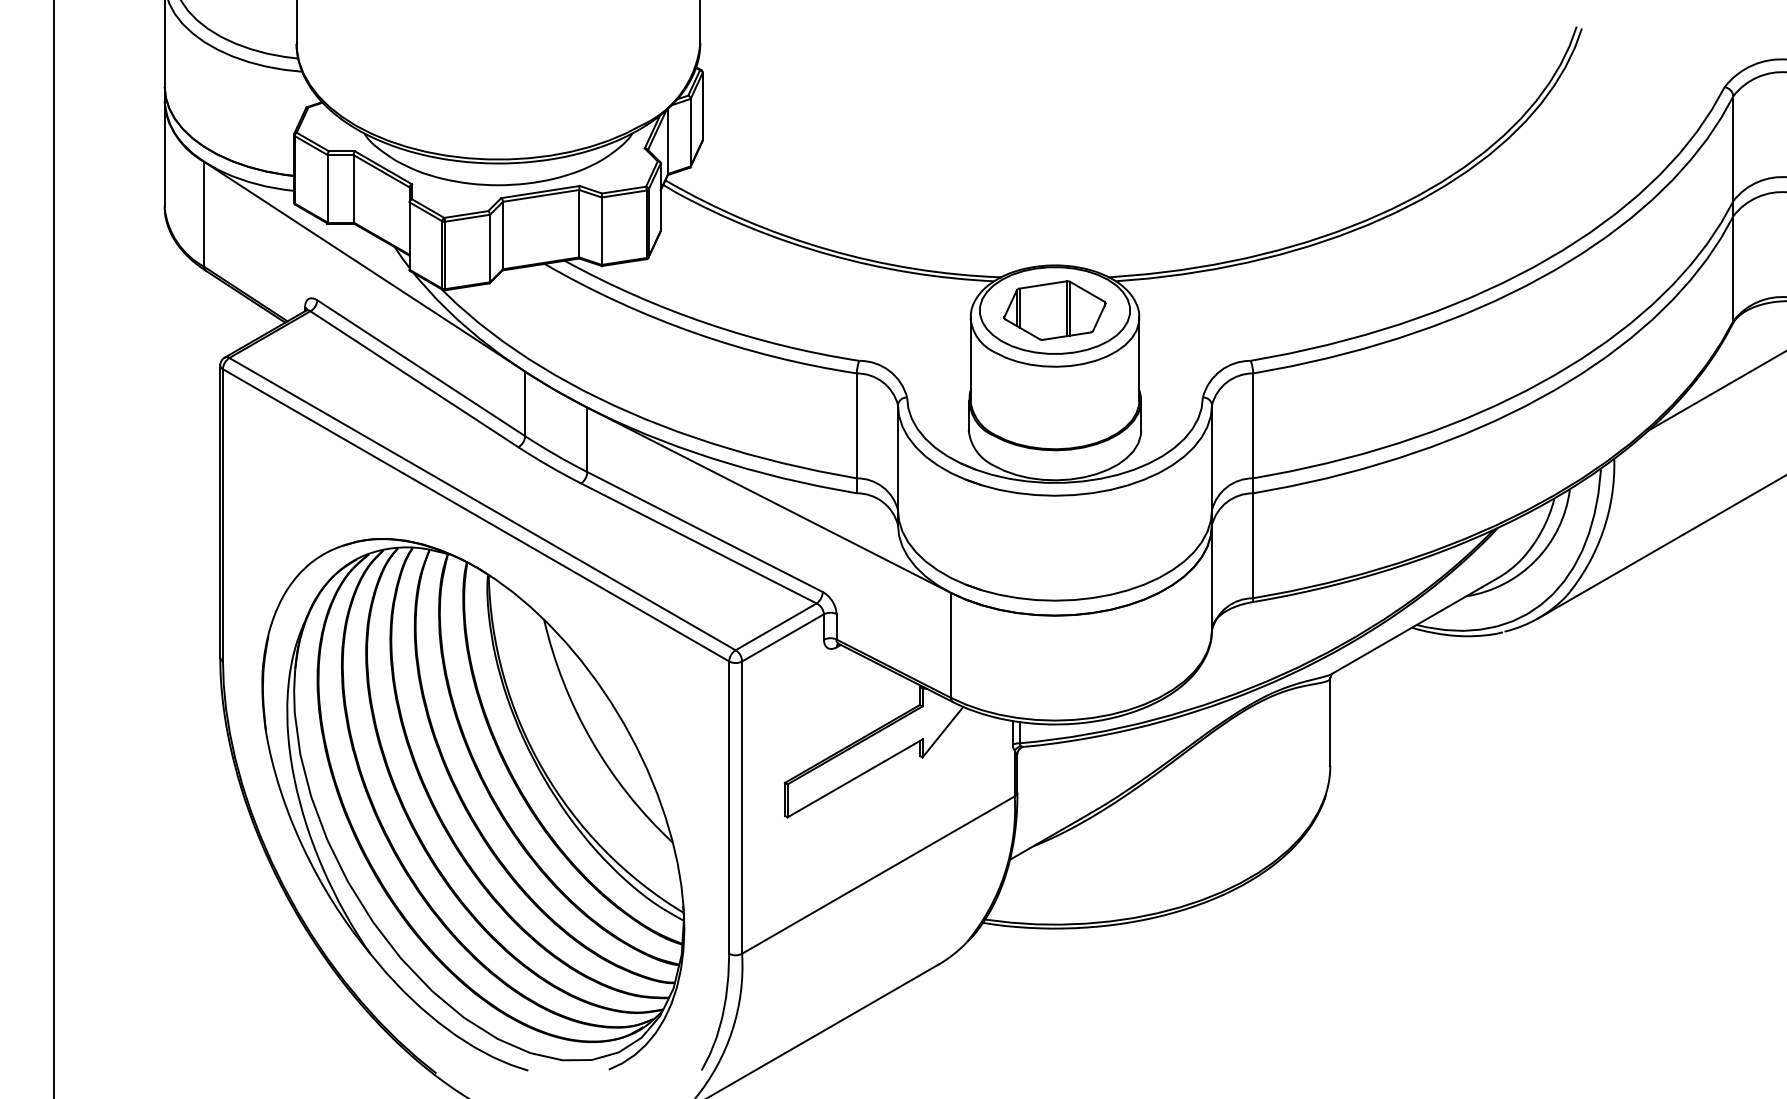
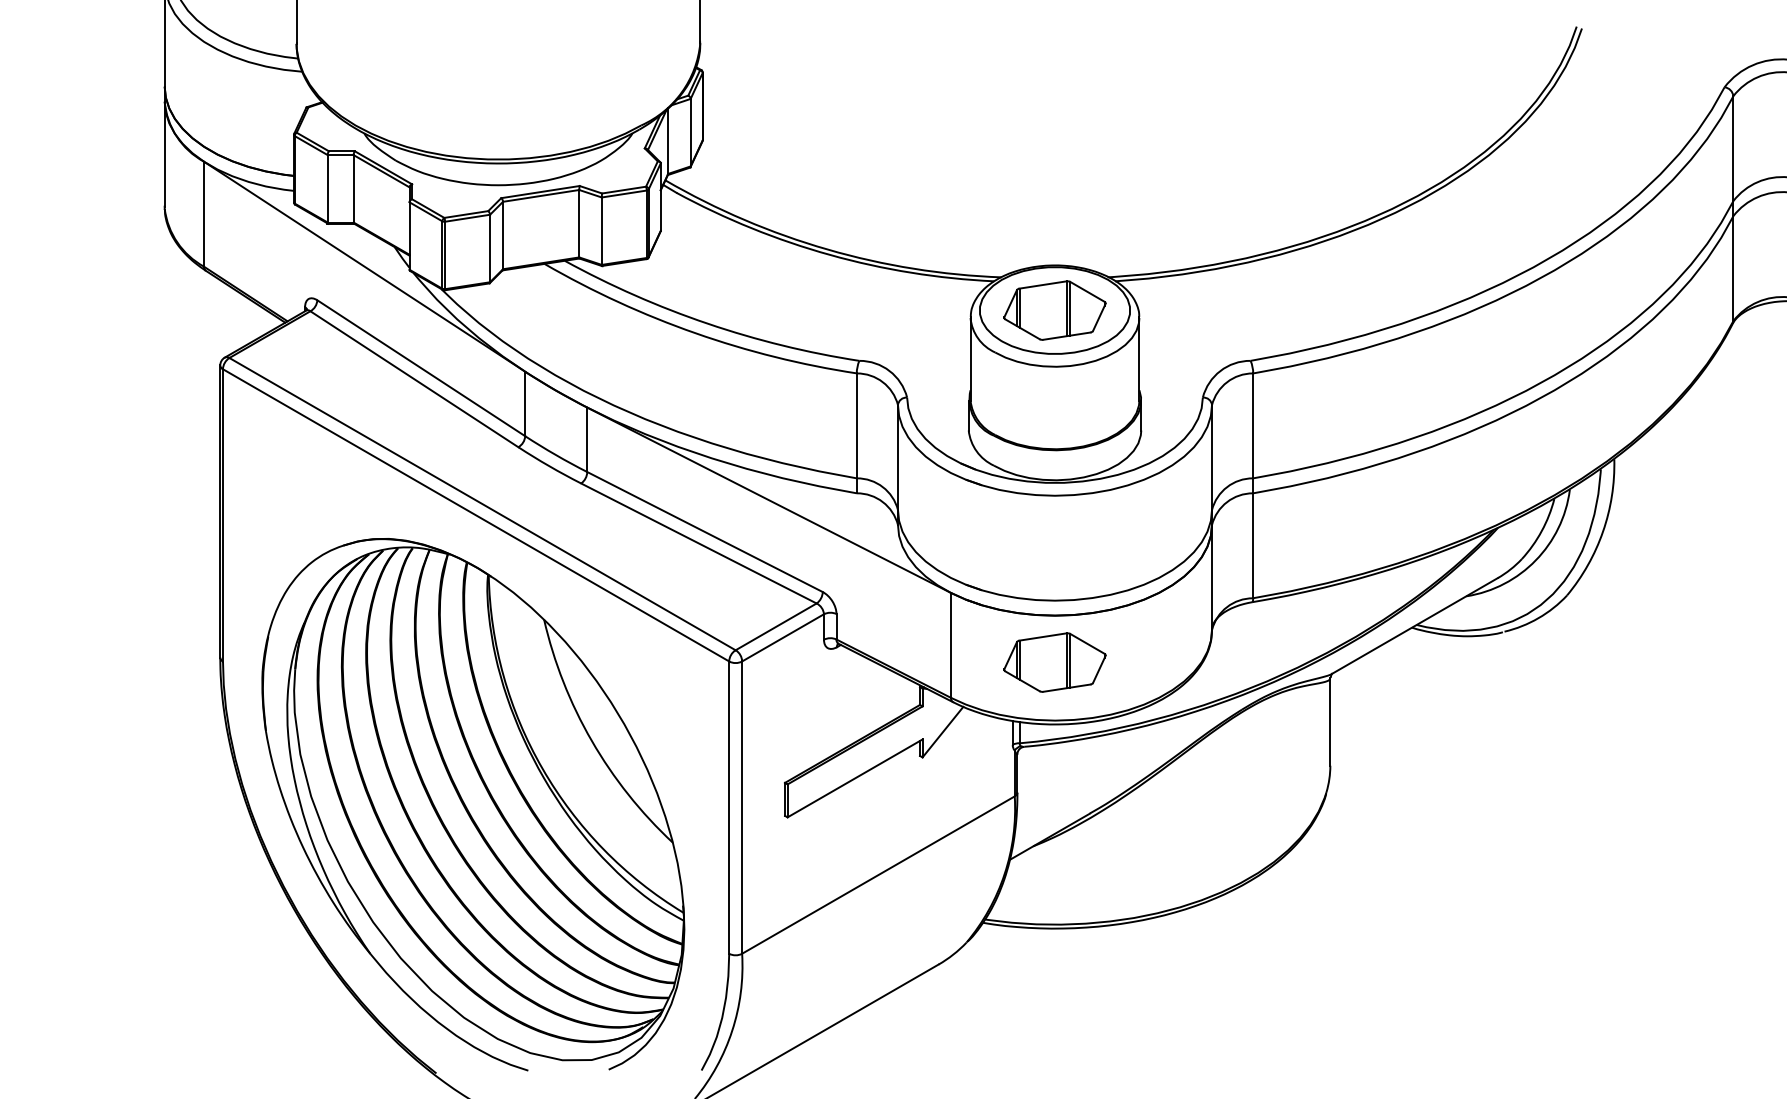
line at (1715, 391): present -> none
line at (1660, 547): present -> none
line at (53, 548): present -> none
part at (1054, 662): none -> present
